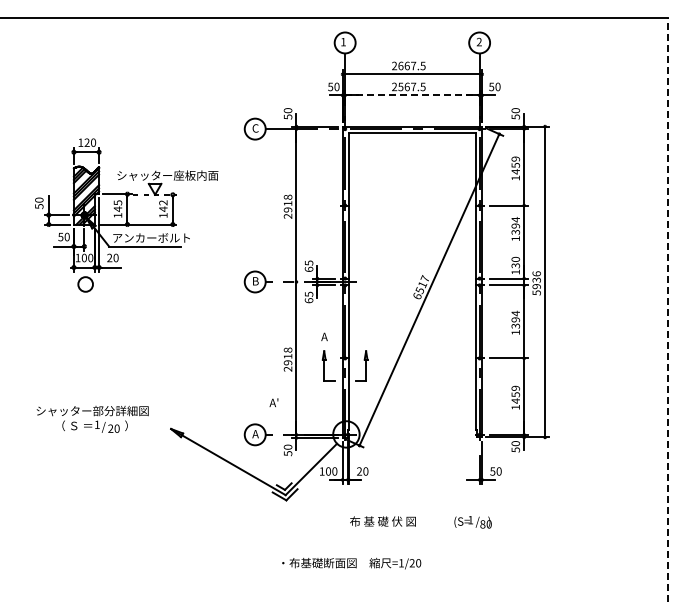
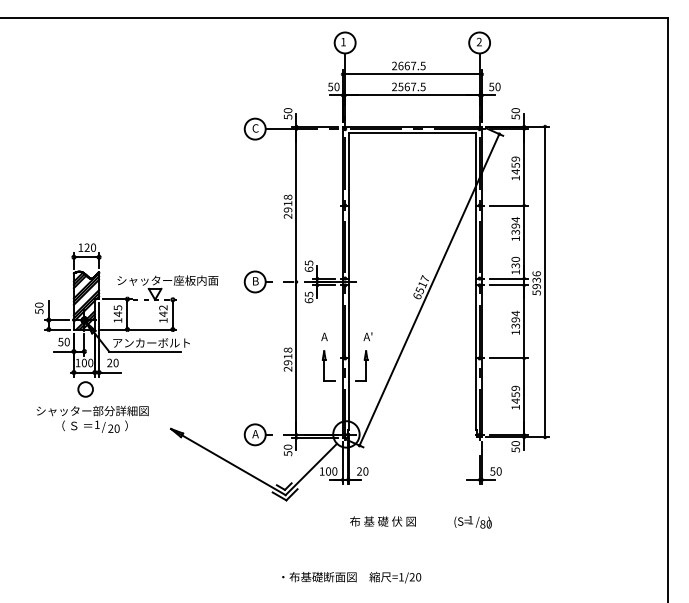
line at (412, 95): dashed -> solid
part at (126, 215) position: (126, 215) -> (126, 320)
line at (668, 309): dashed -> solid
text at (273, 402) position: (273, 402) -> (367, 336)
text at (351, 563) position: (351, 563) -> (351, 577)
